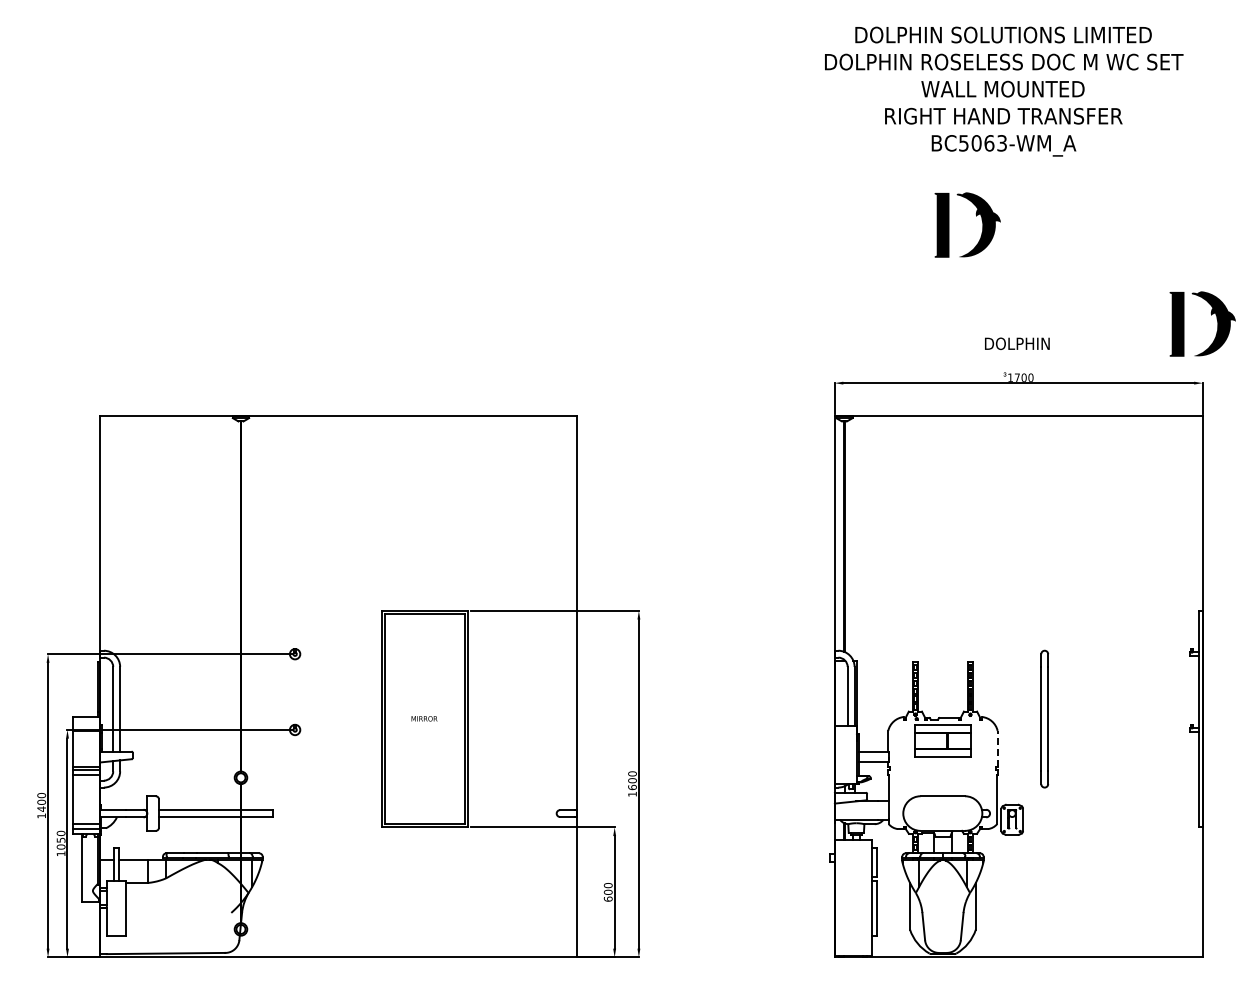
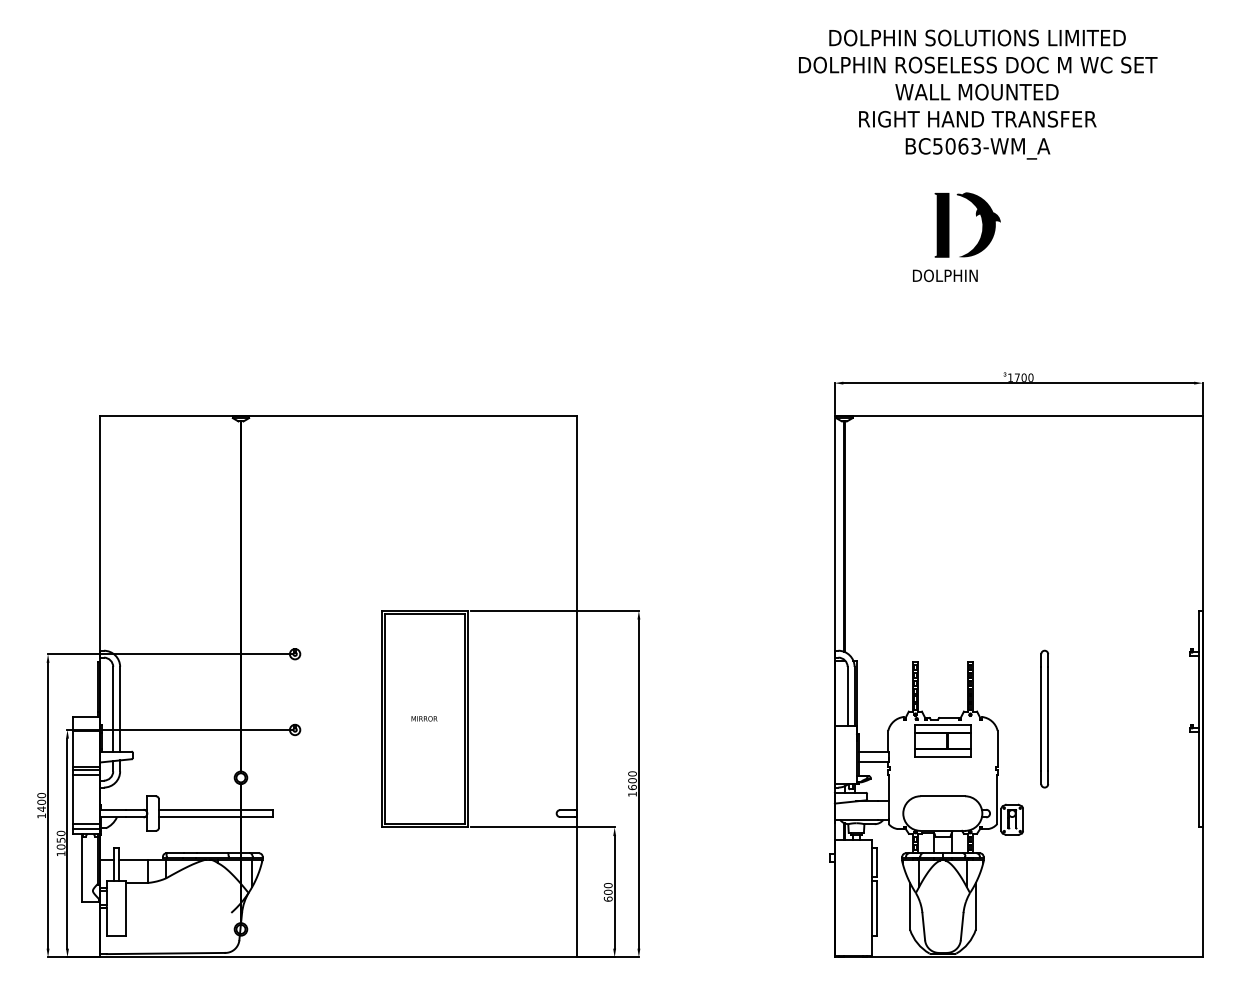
text at (1004, 91) position: (1004, 91) -> (978, 94)
part at (1211, 315): present -> none
text at (1017, 343) position: (1017, 343) -> (945, 275)
line at (997, 748): dashed -> solid
